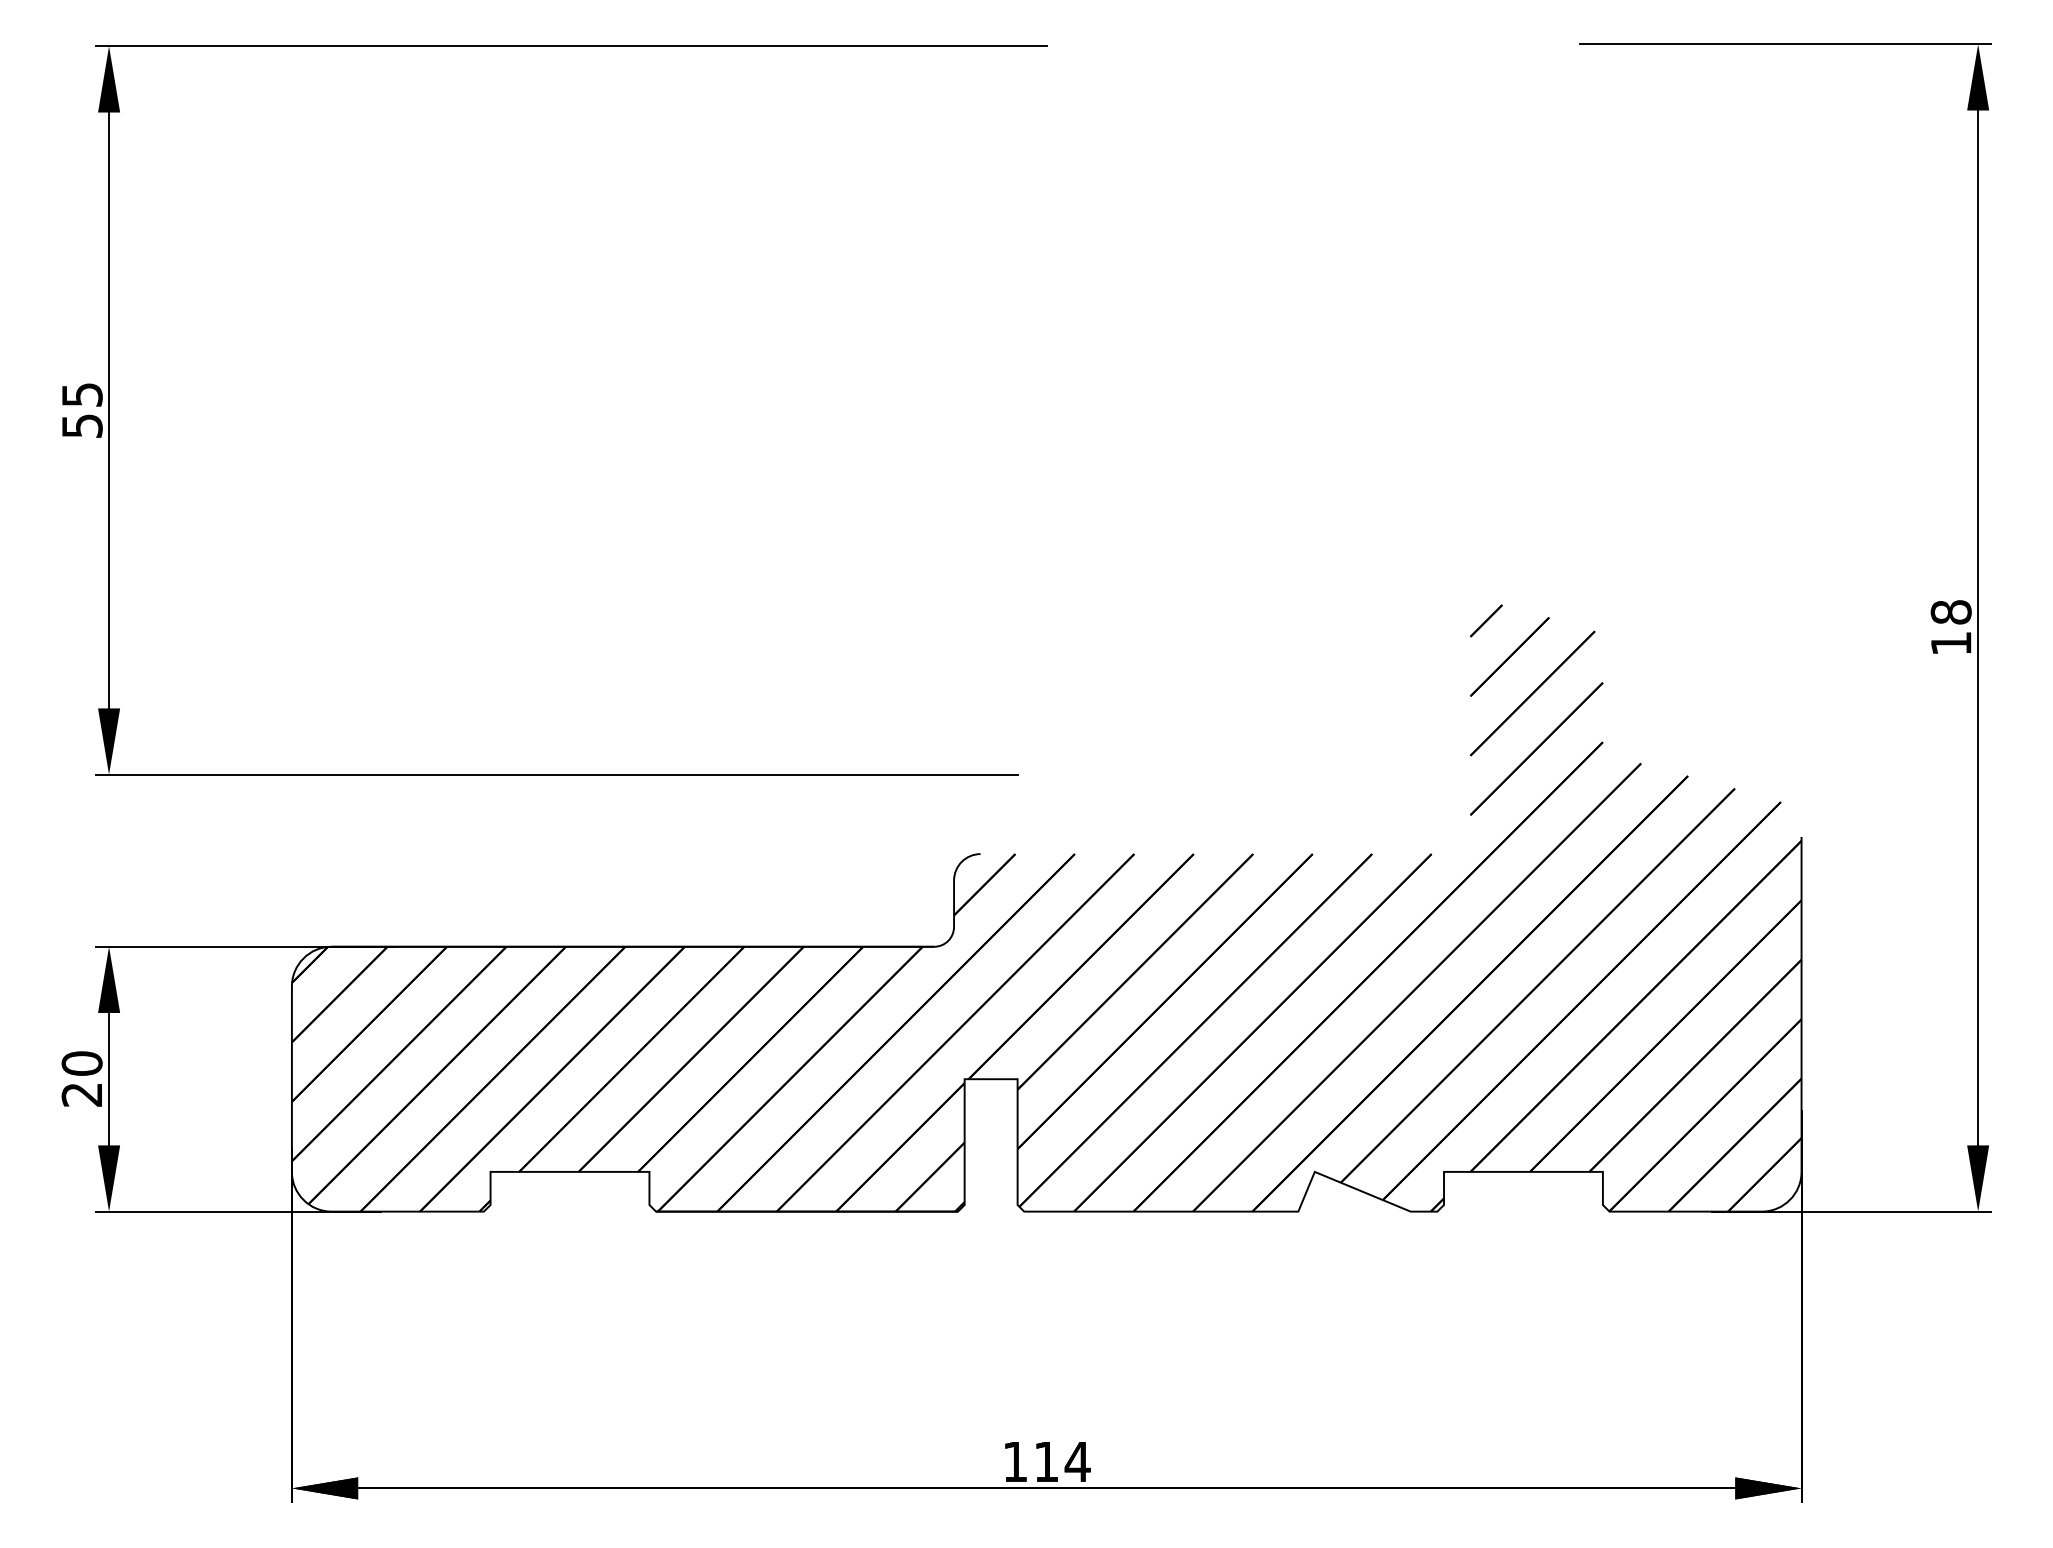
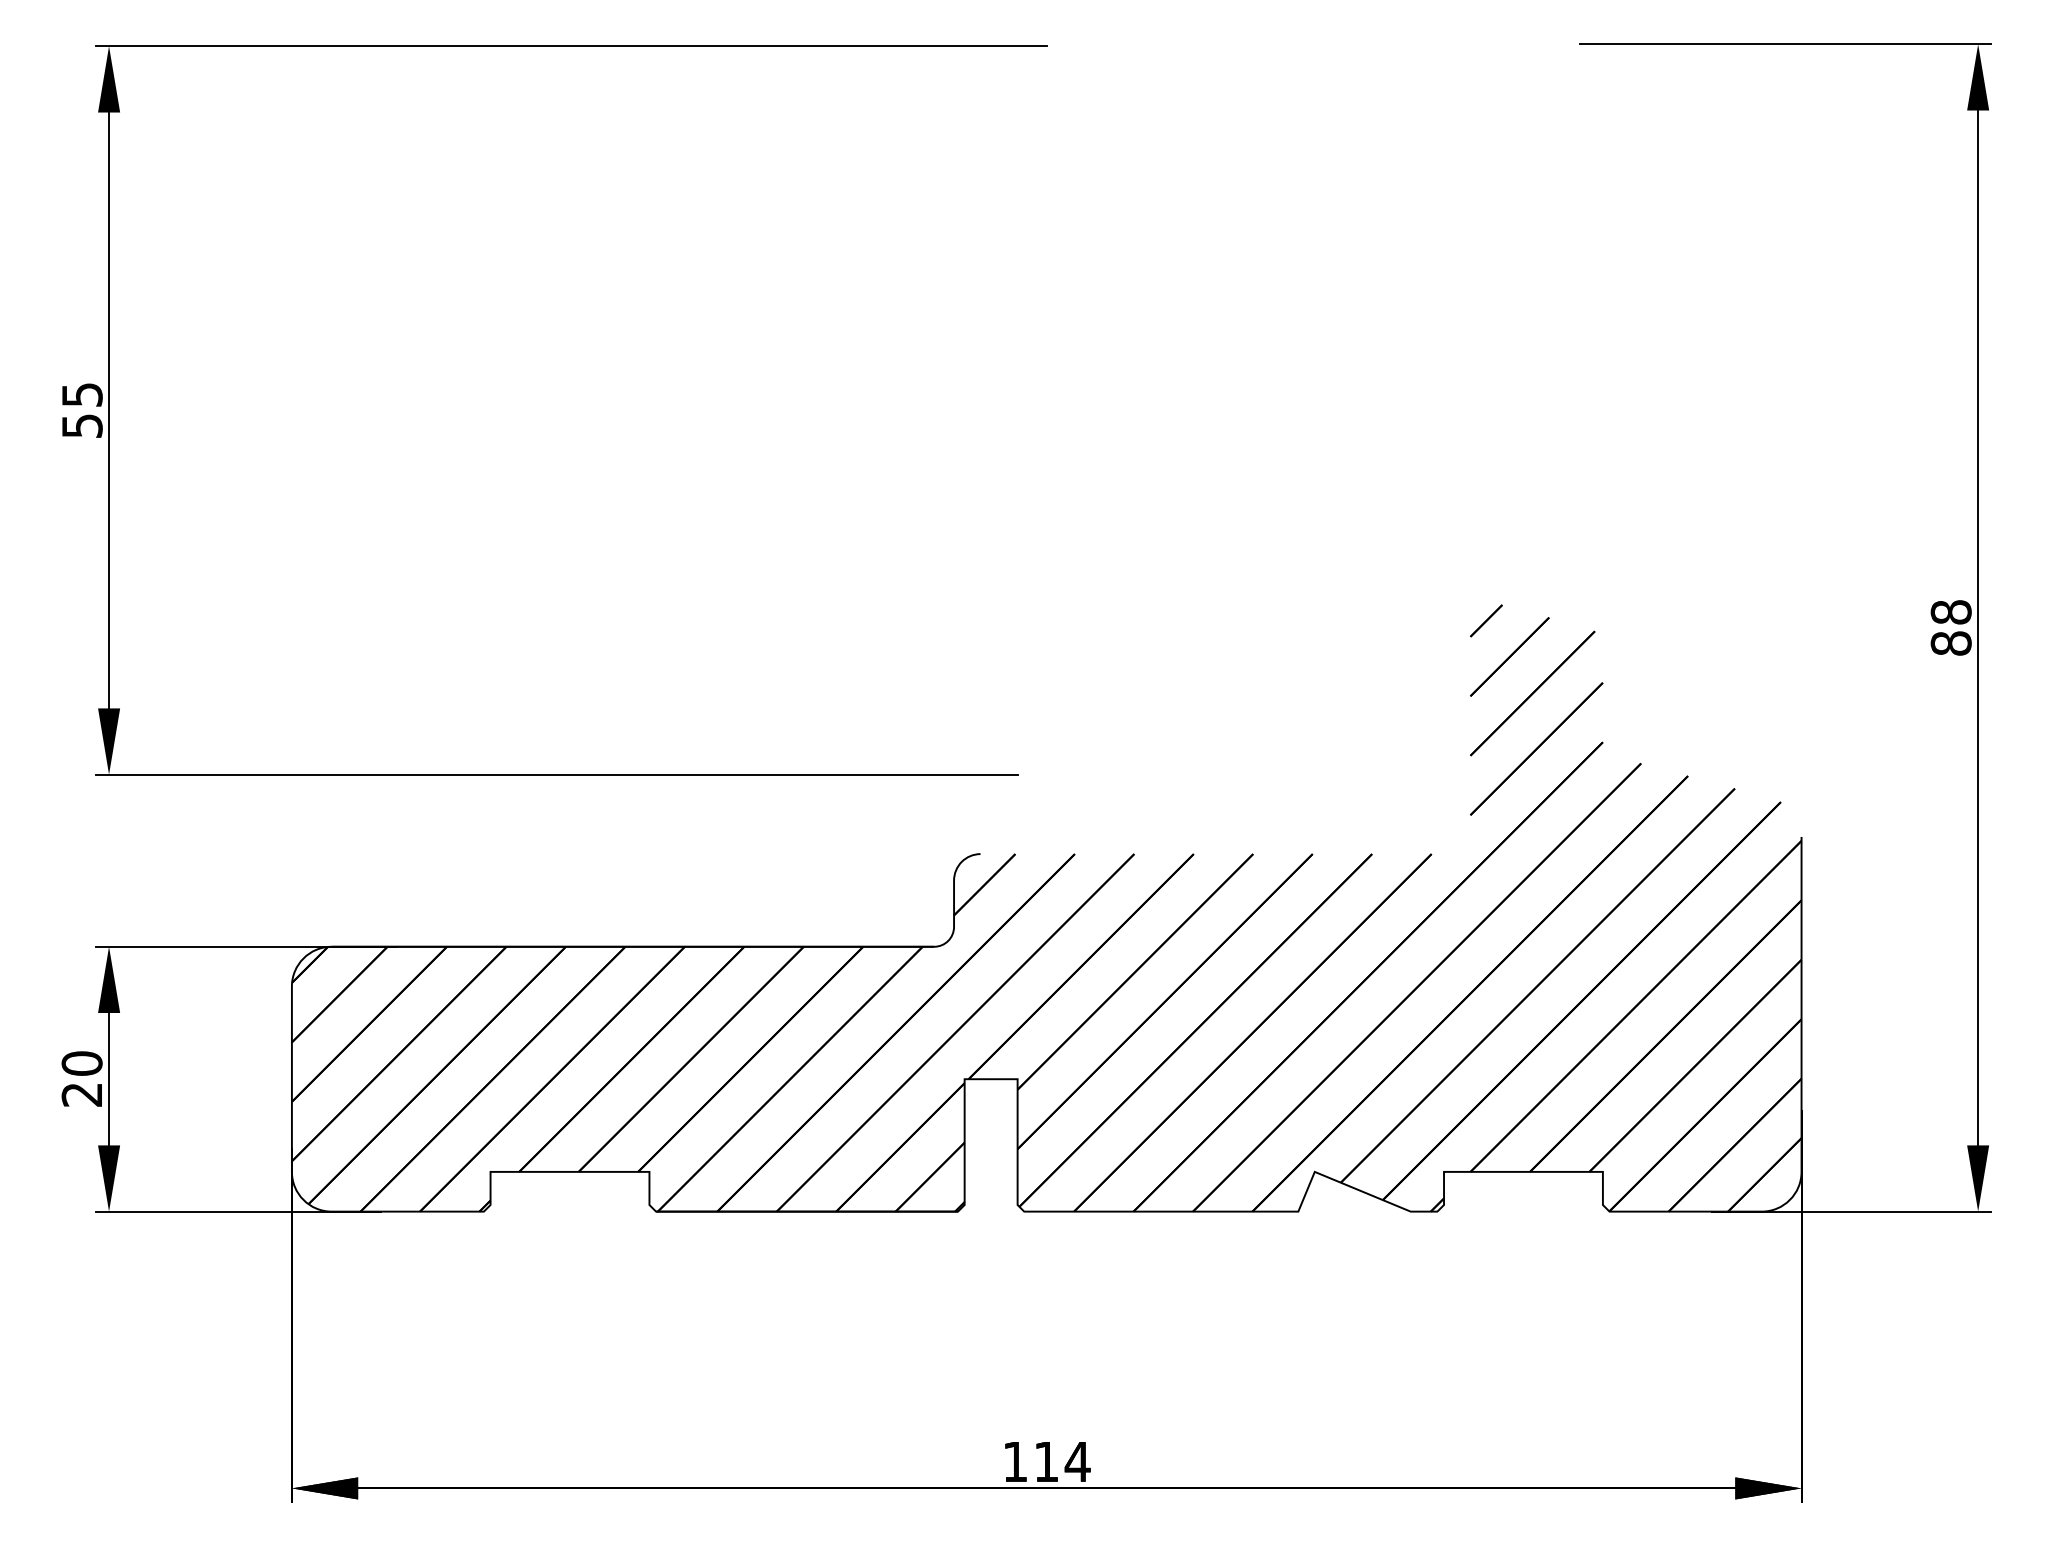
text at (1950, 643): 18 -> 88
